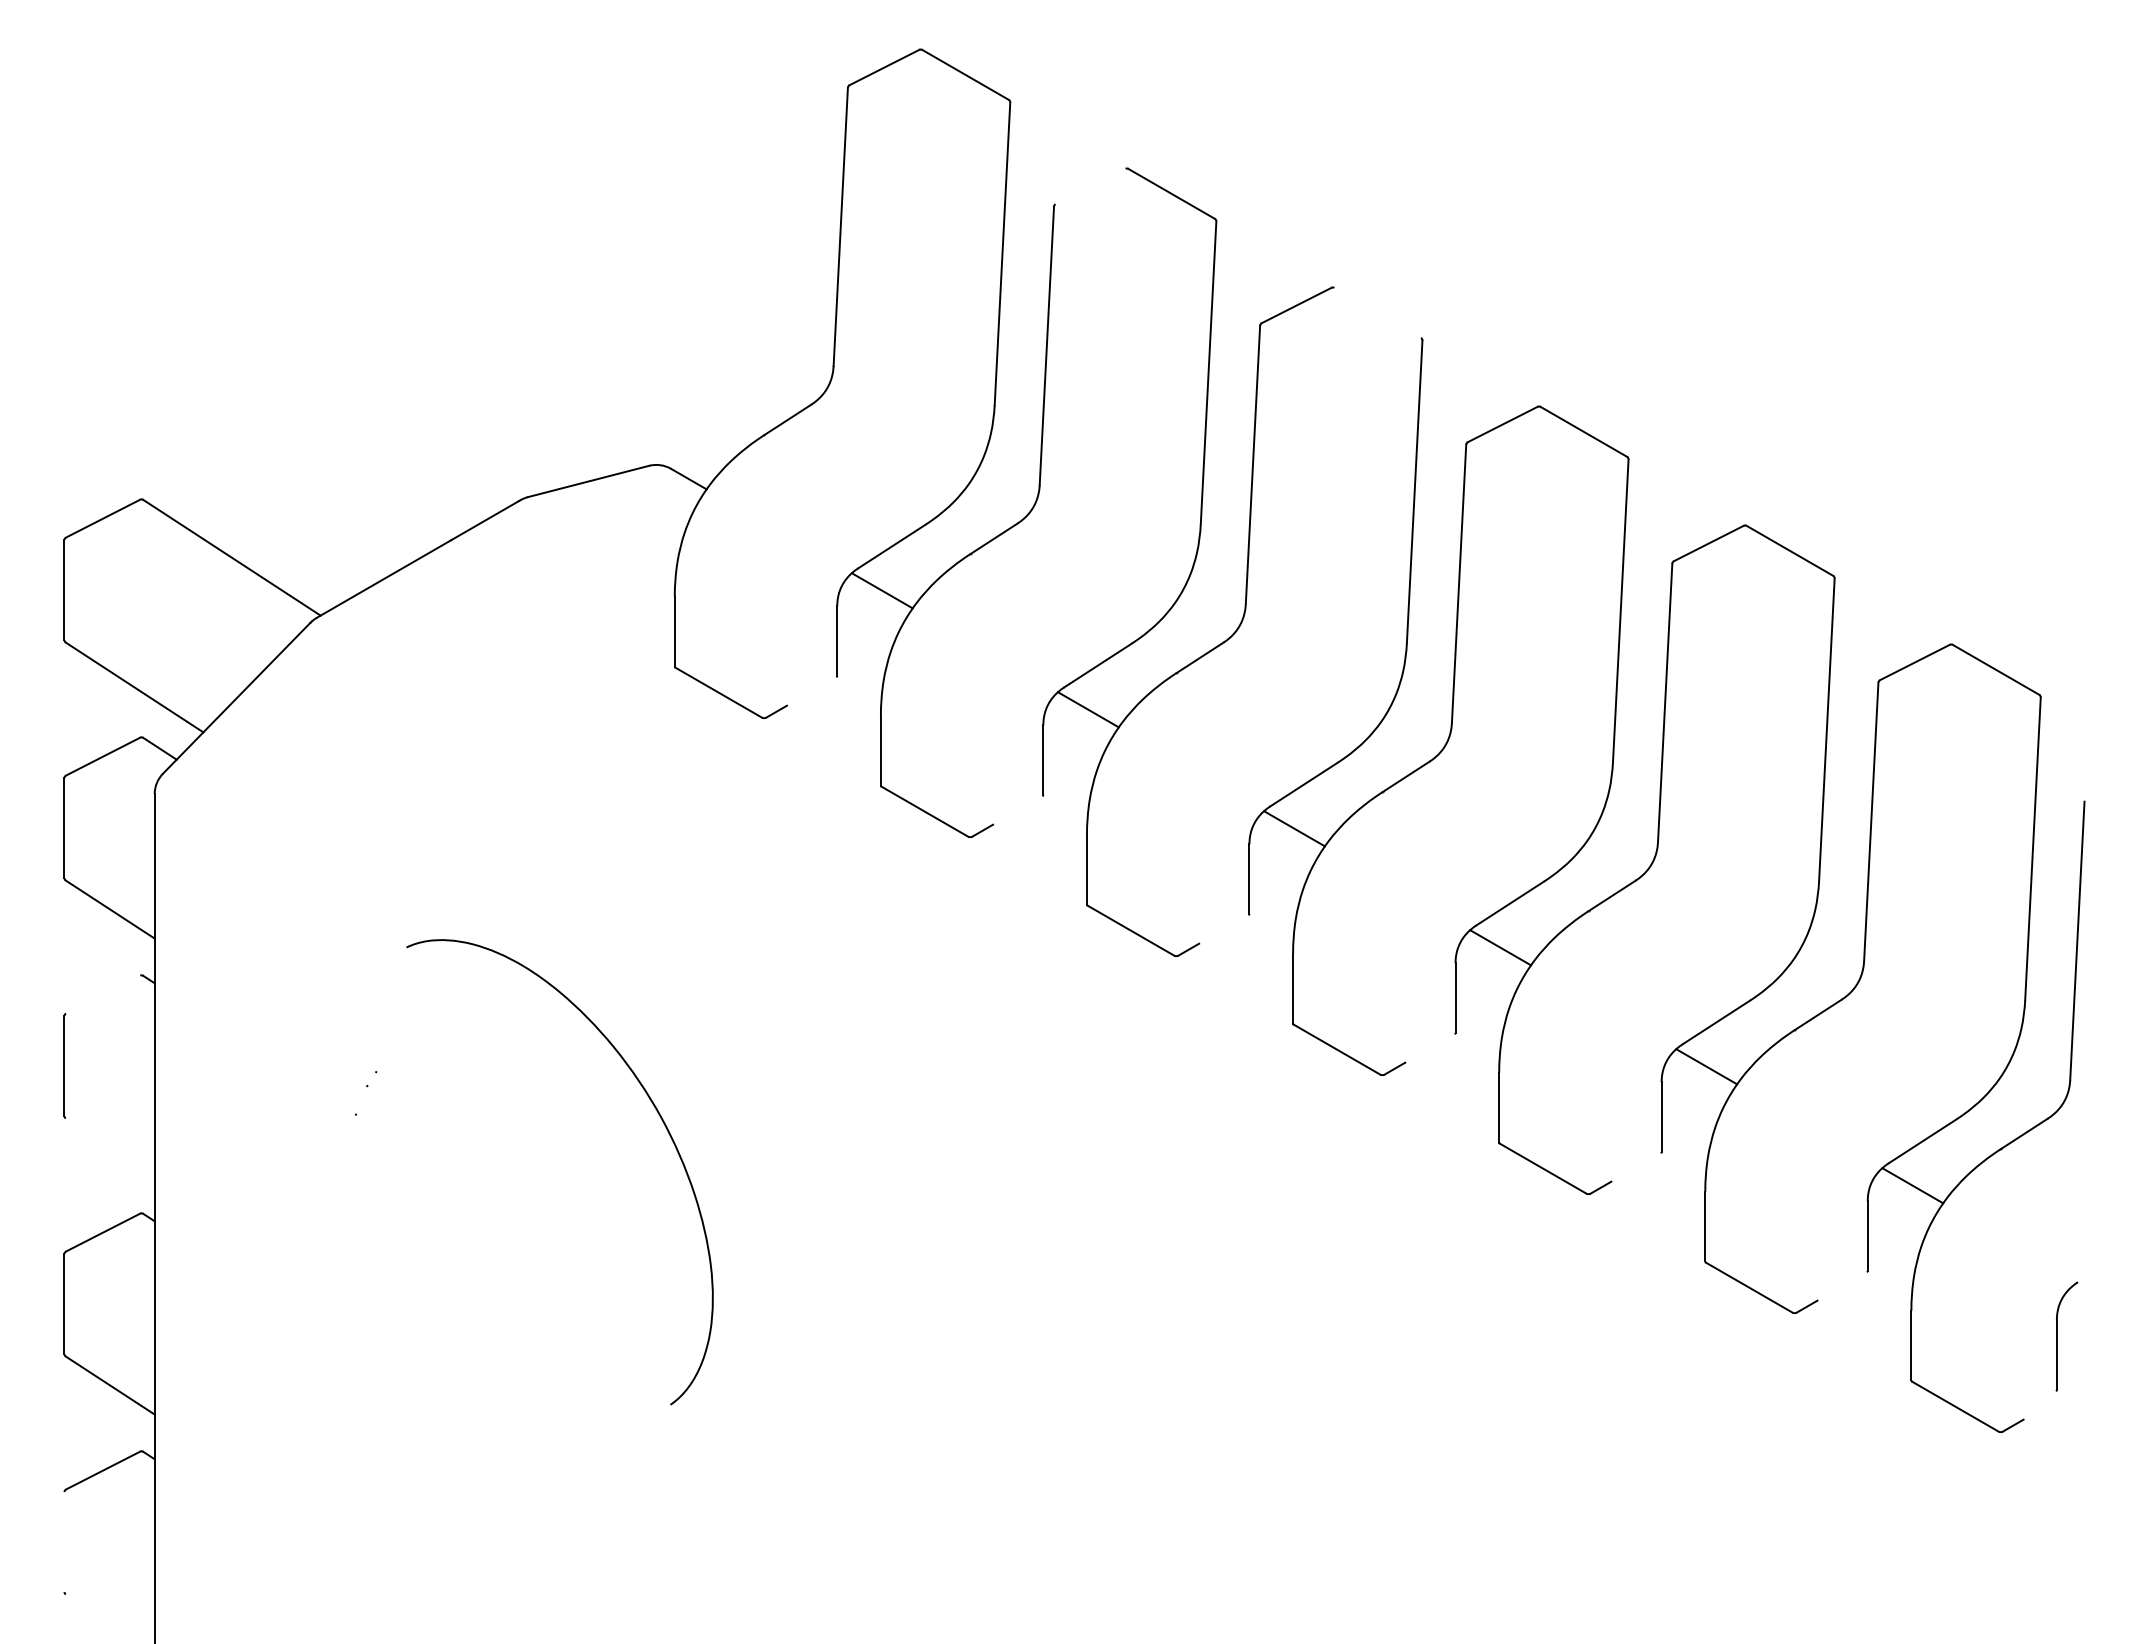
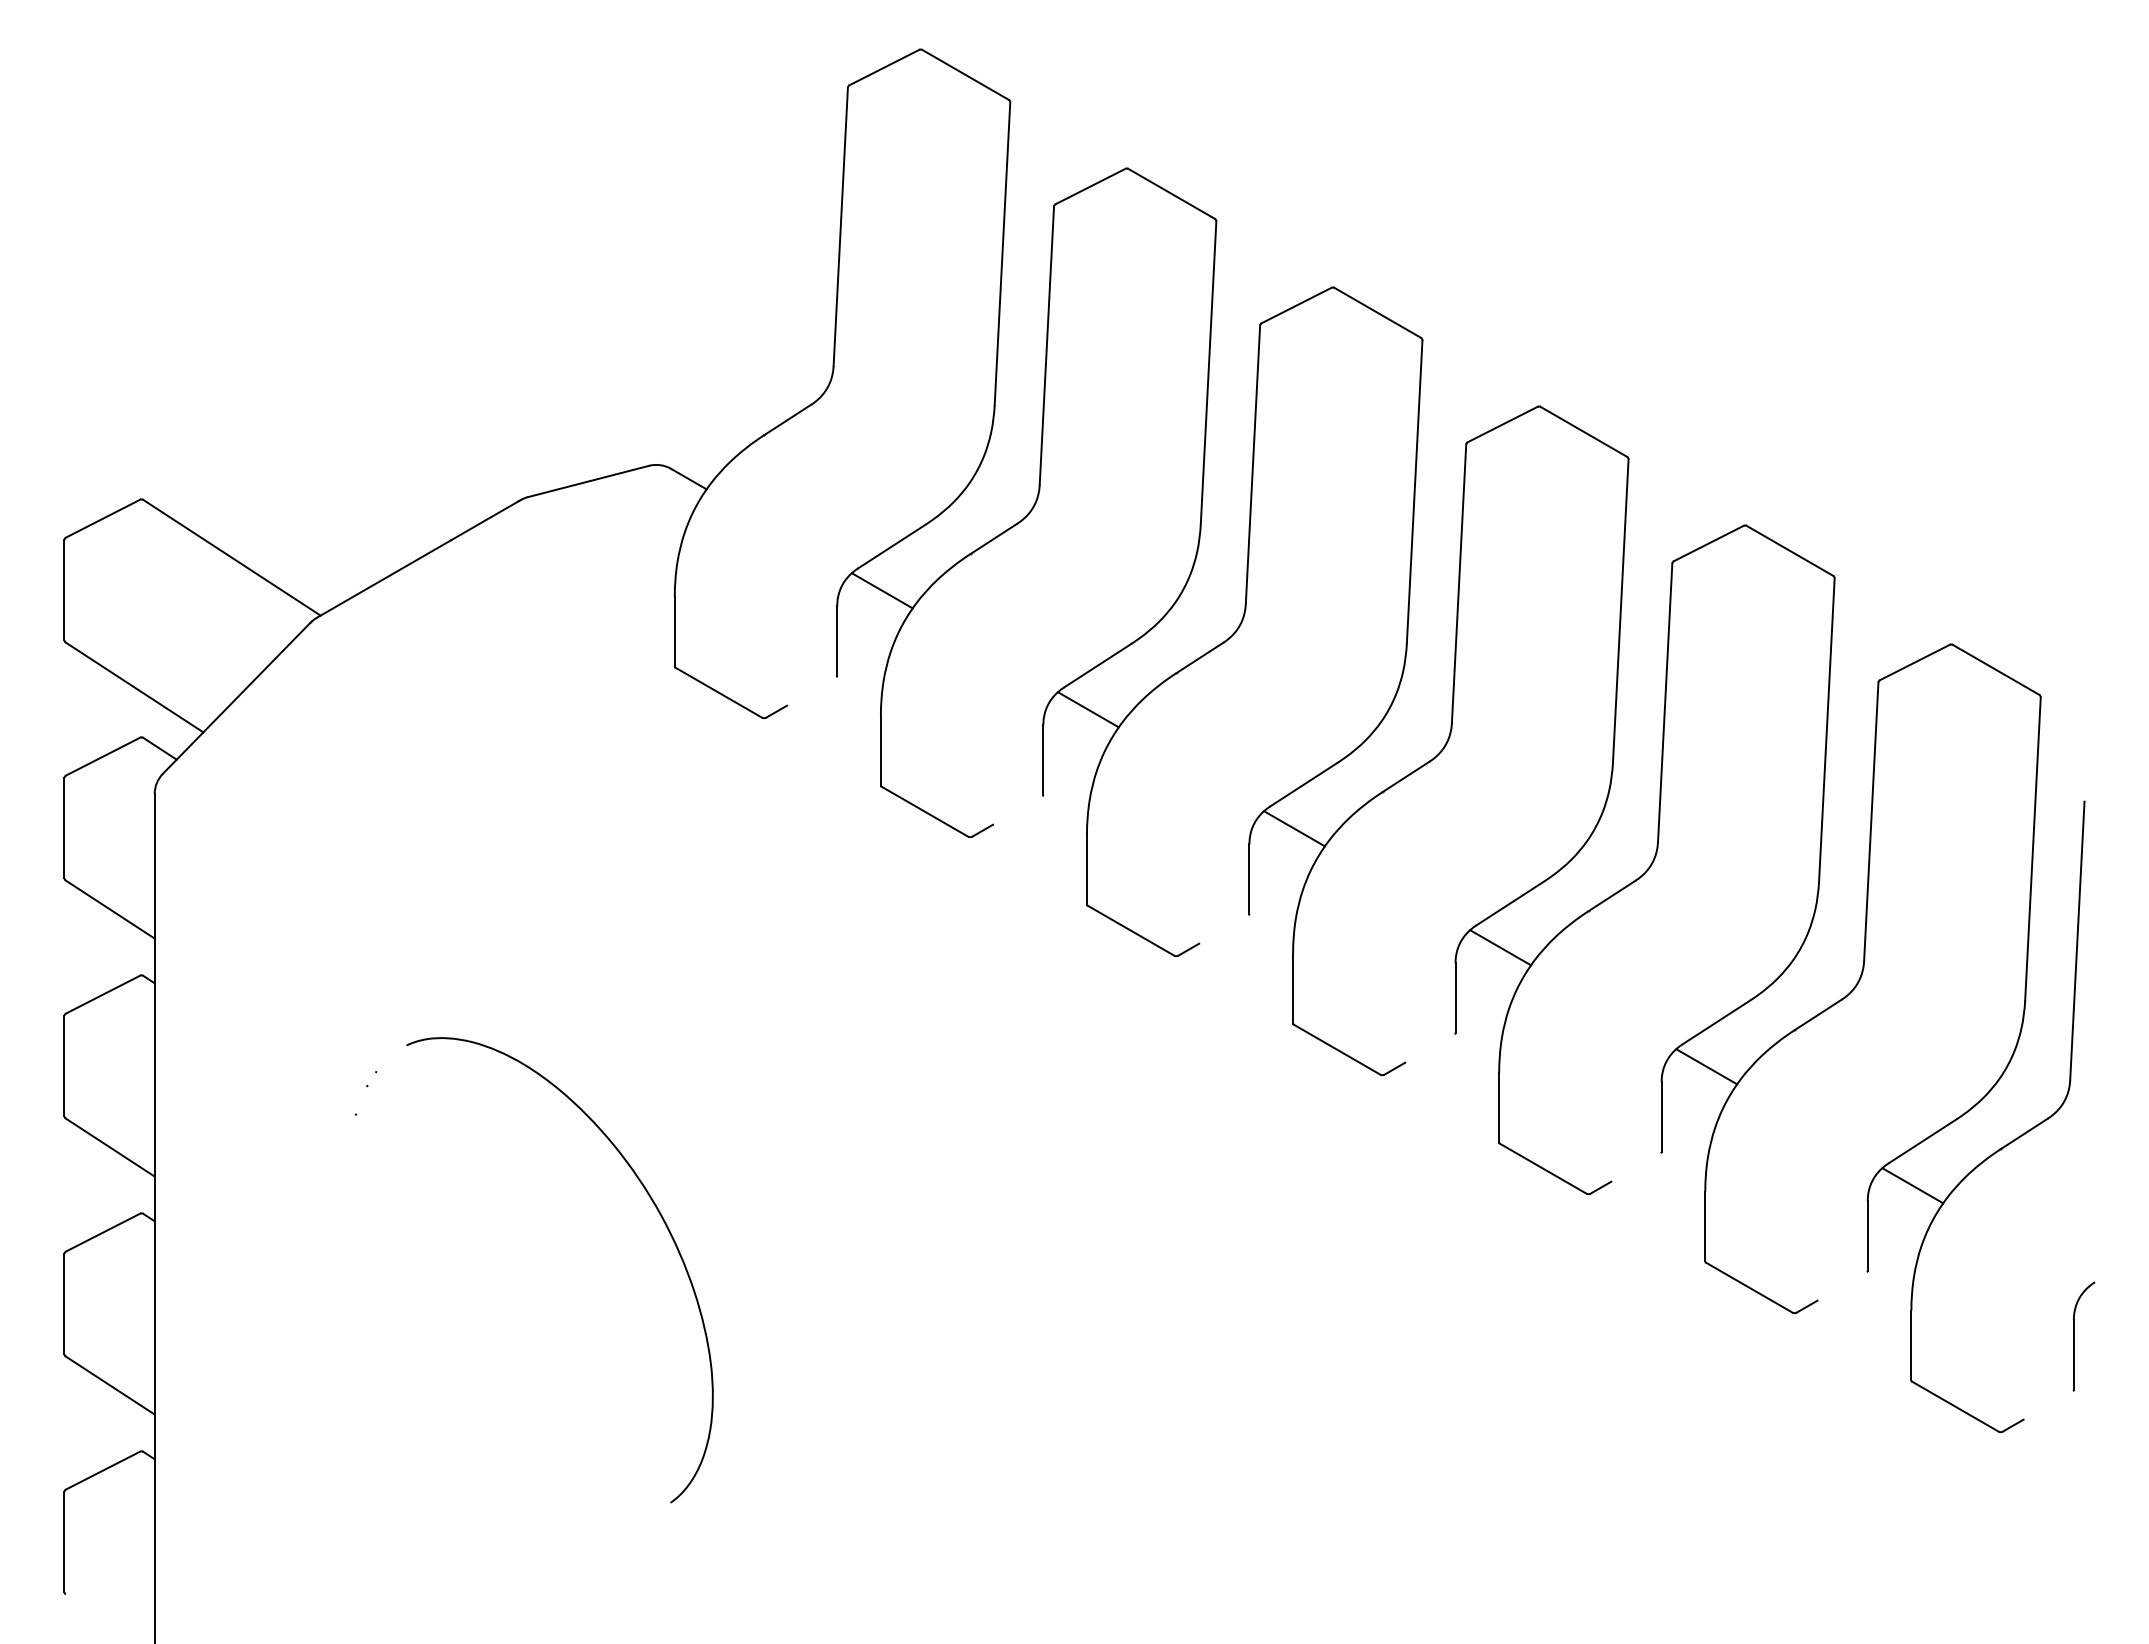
line at (1090, 186): none -> present
line at (1377, 312): none -> present
line at (103, 994): none -> present
part at (661, 1120) position: (661, 1120) -> (661, 1218)
line at (109, 1147): none -> present
part at (2057, 1336) position: (2057, 1336) -> (2074, 1336)
line at (64, 1542): none -> present
